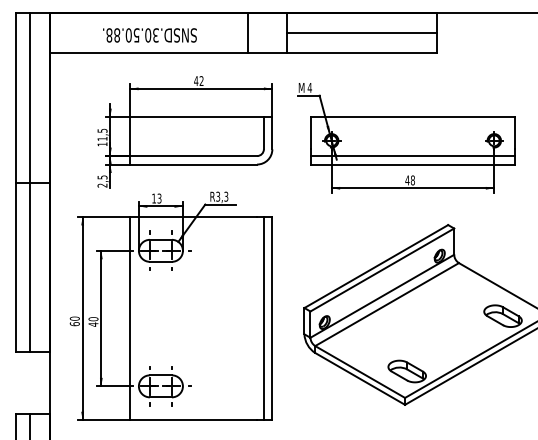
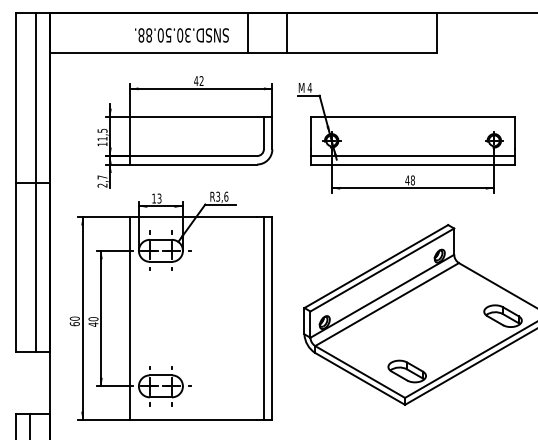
line at (361, 33): present -> none
text at (149, 35) position: (149, 35) -> (181, 35)
text at (102, 177): 2,5 -> 2,7
line at (30, 182) position: (30, 182) -> (36, 182)
text at (226, 196): R3,3 -> R3,6
